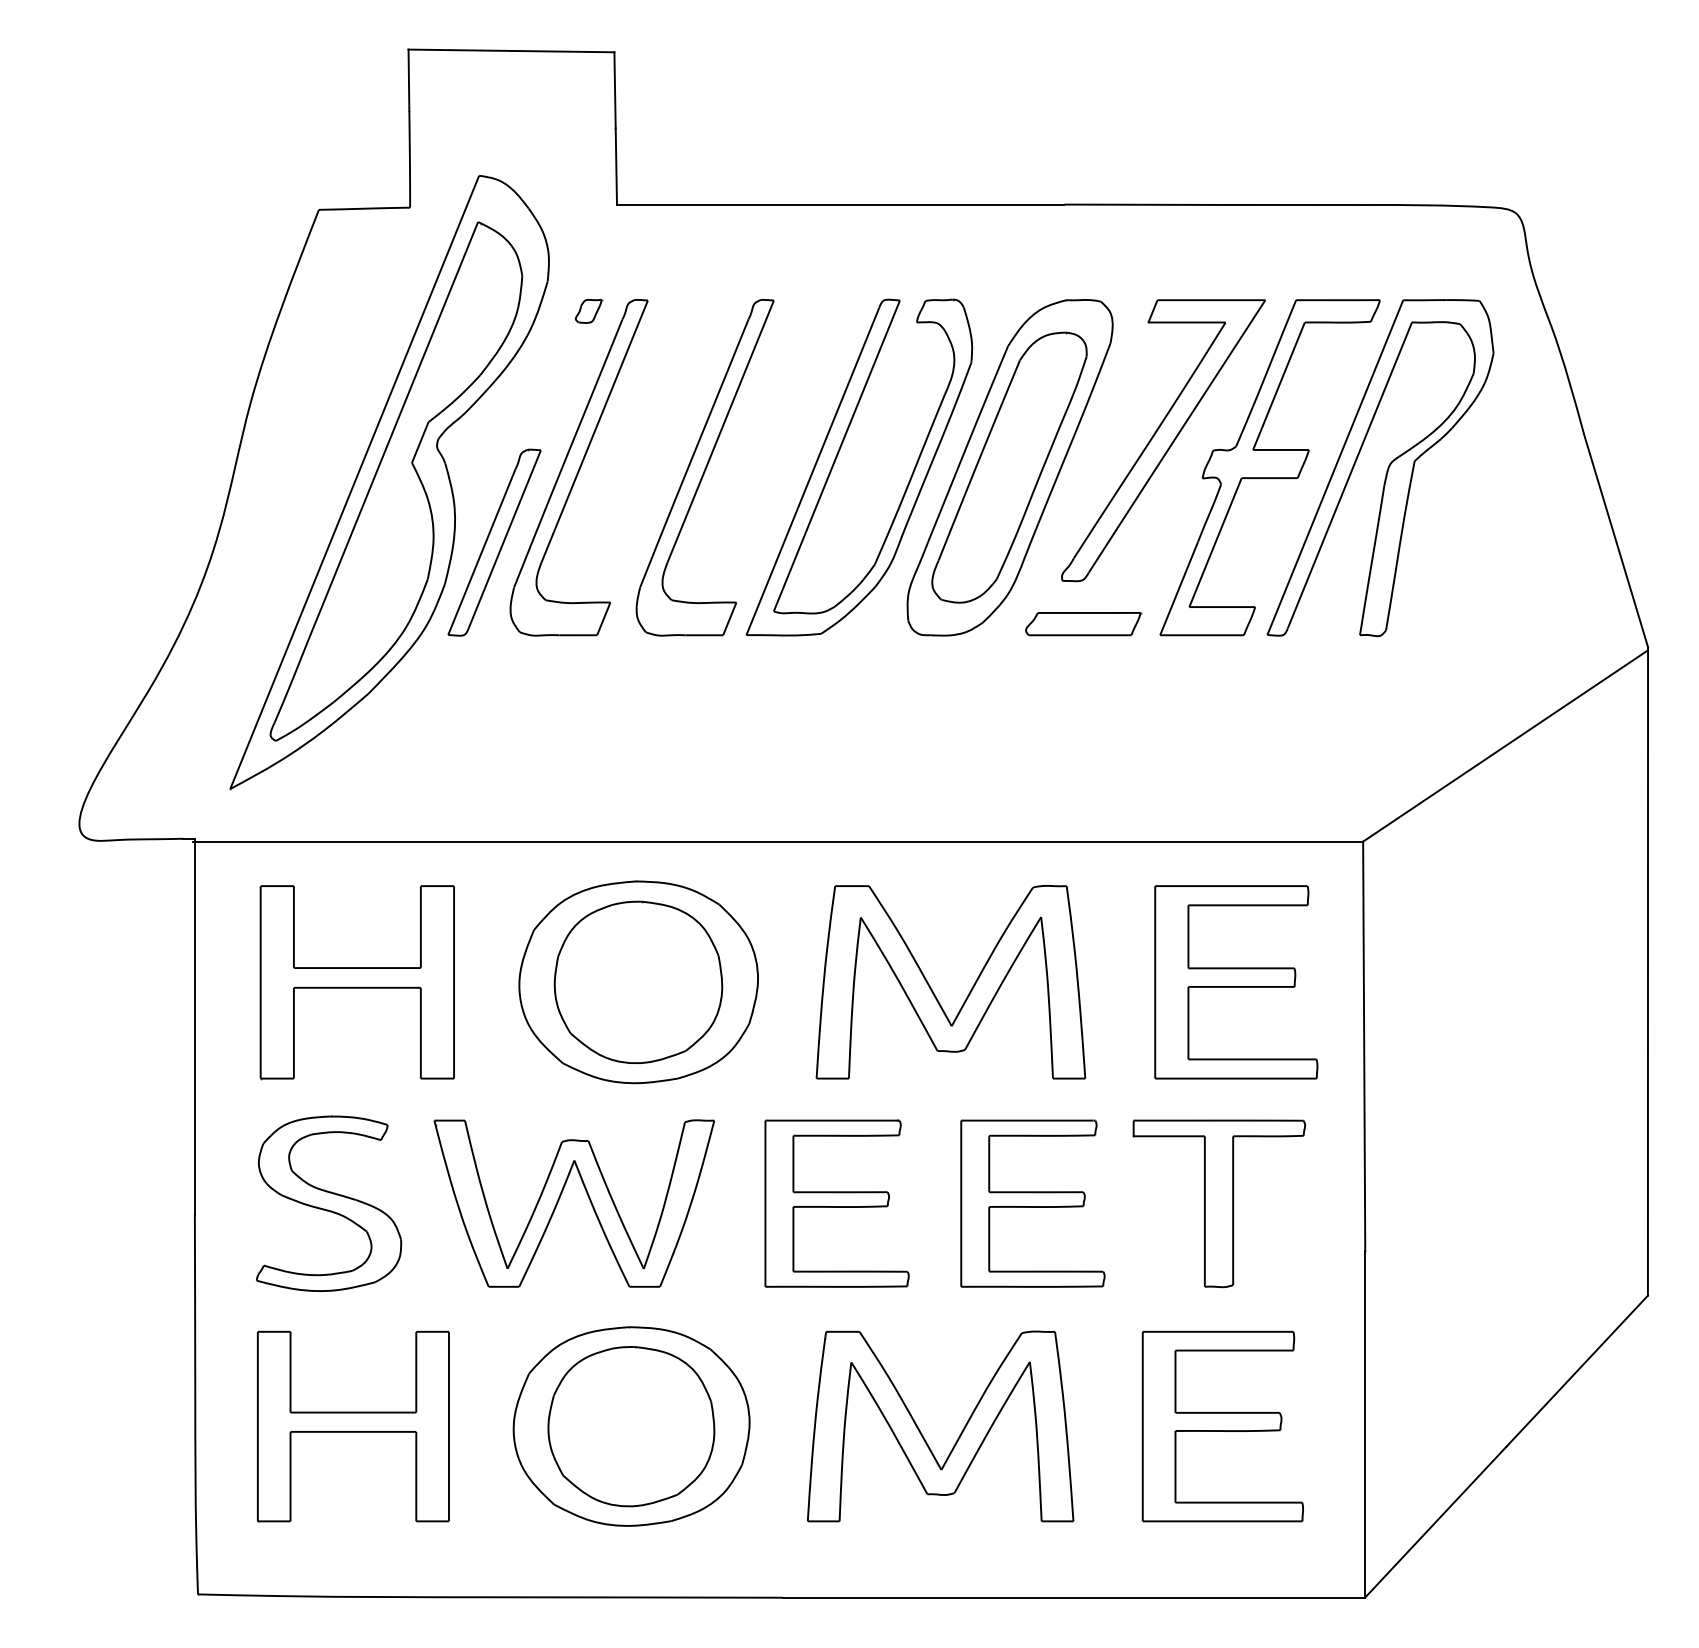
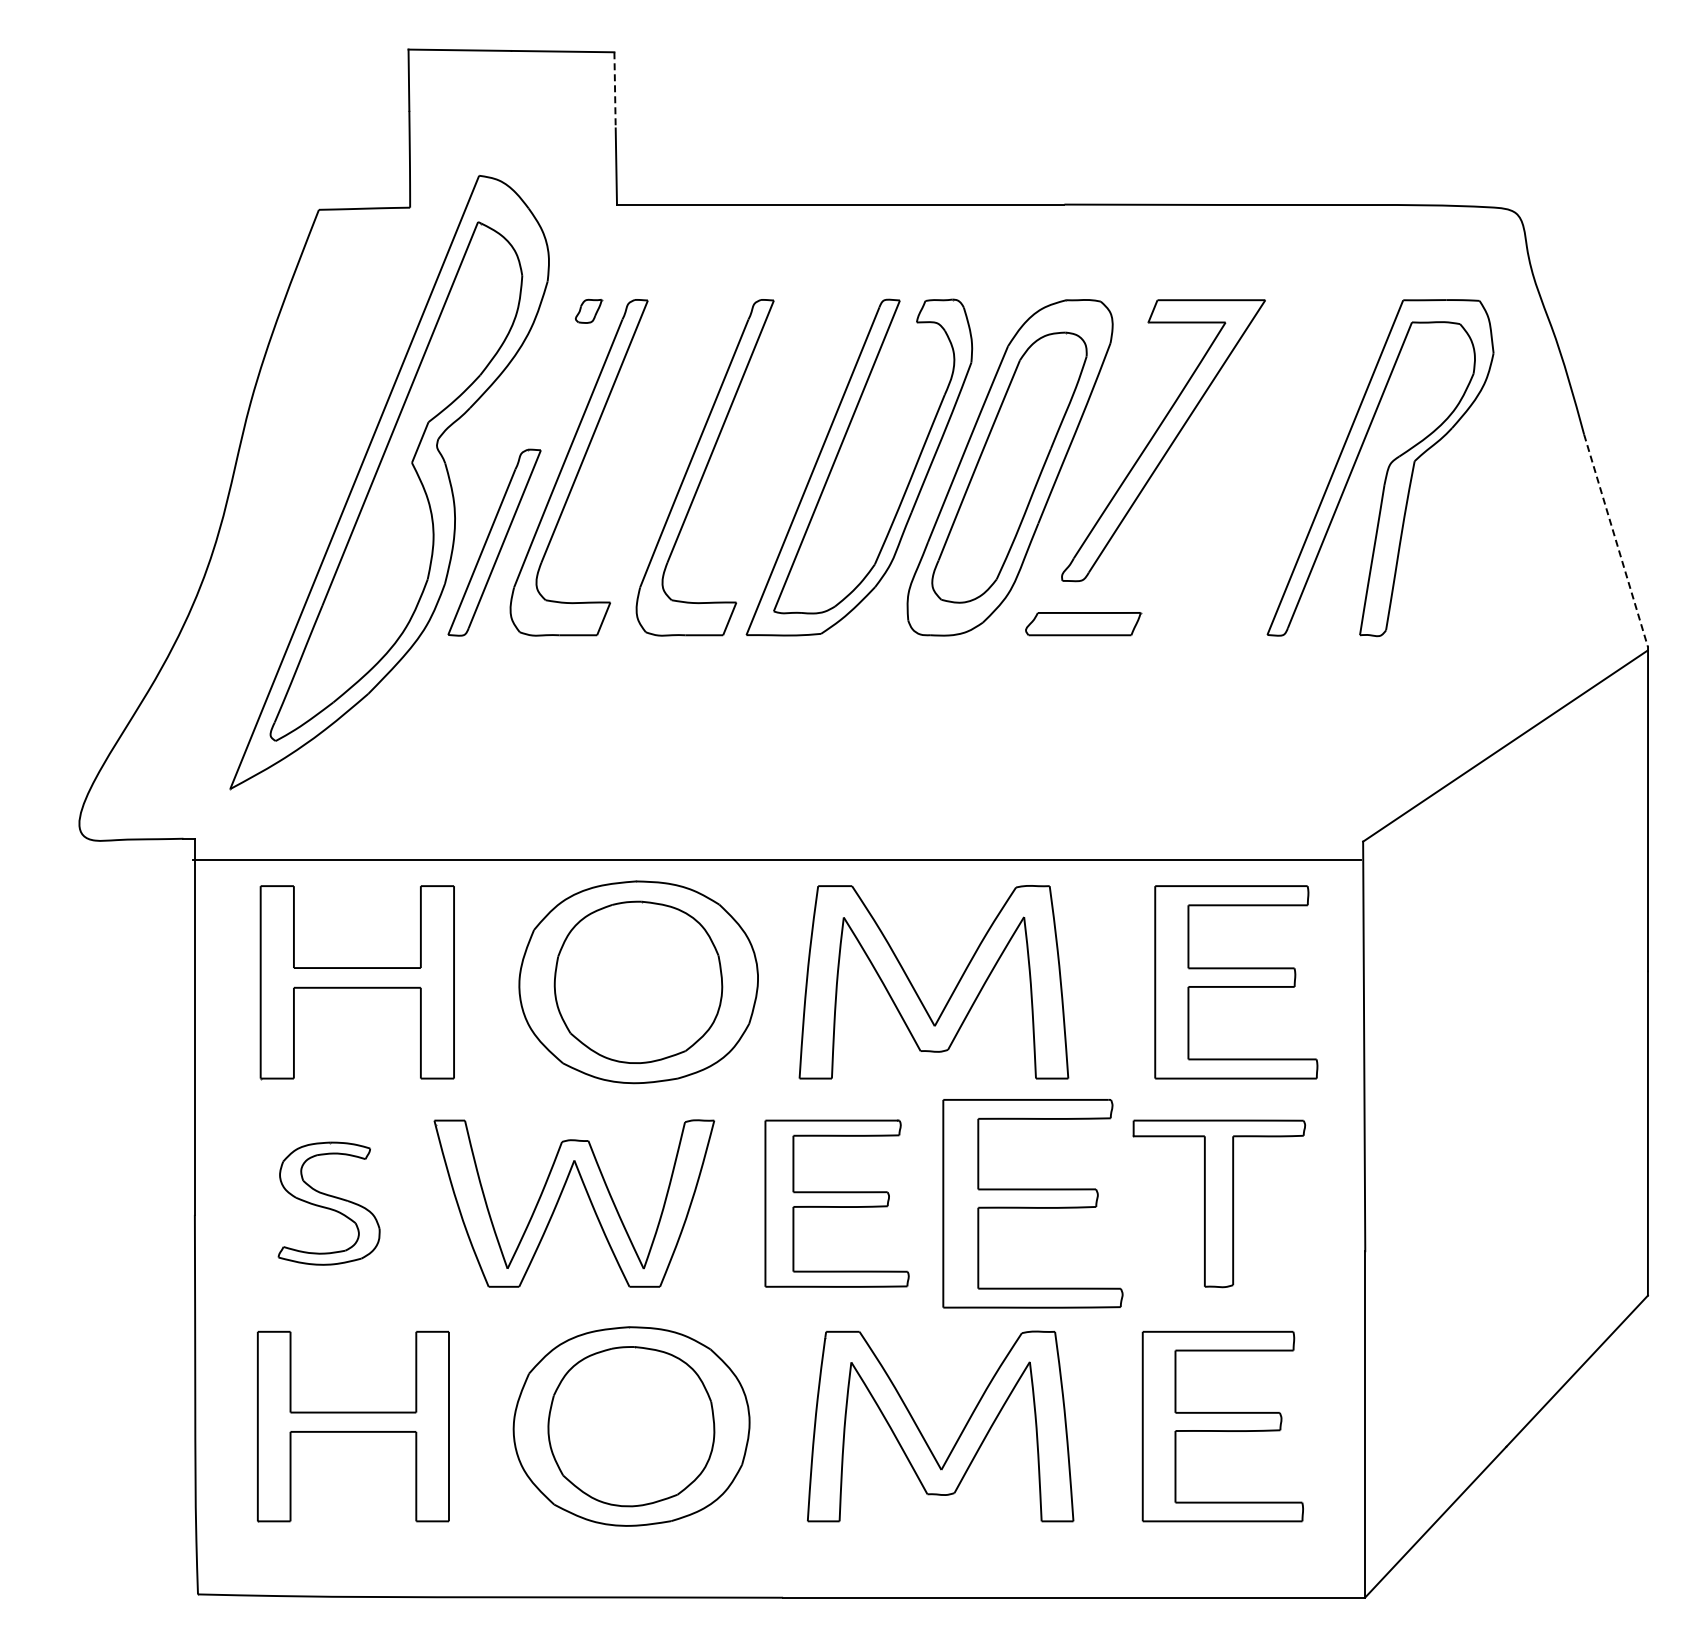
line at (615, 90): solid -> dashed
part at (1269, 467): present -> none
line at (1616, 540): solid -> dashed
line at (776, 842) position: (776, 842) -> (776, 860)
part at (935, 994) position: (935, 994) -> (918, 994)
part at (329, 1203) size: 147x177 px -> 104x125 px
part at (1032, 1203) size: 146x169 px -> 182x210 px
